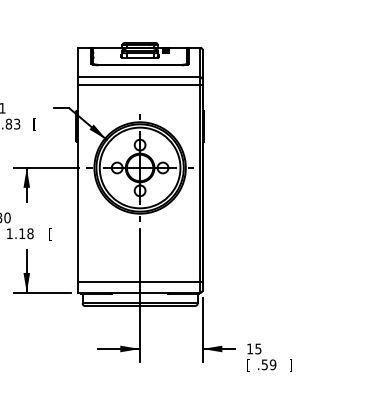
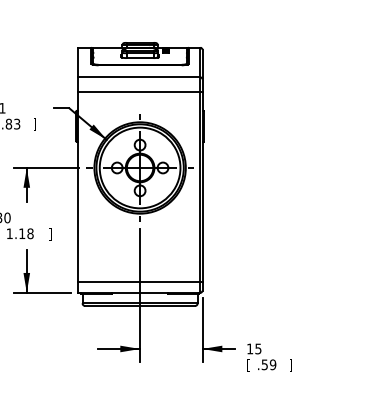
line at (139, 85) position: (139, 85) -> (139, 92)
text at (34, 124): [ -> ]
text at (50, 234): [ -> ]
